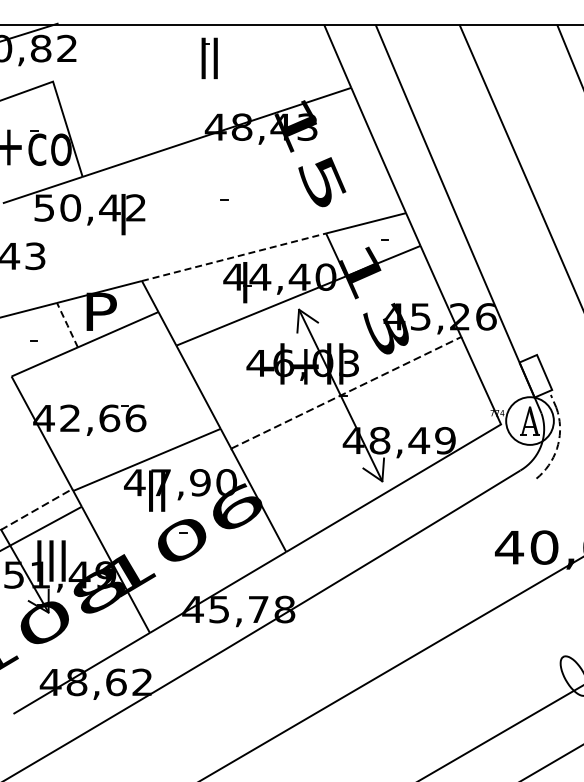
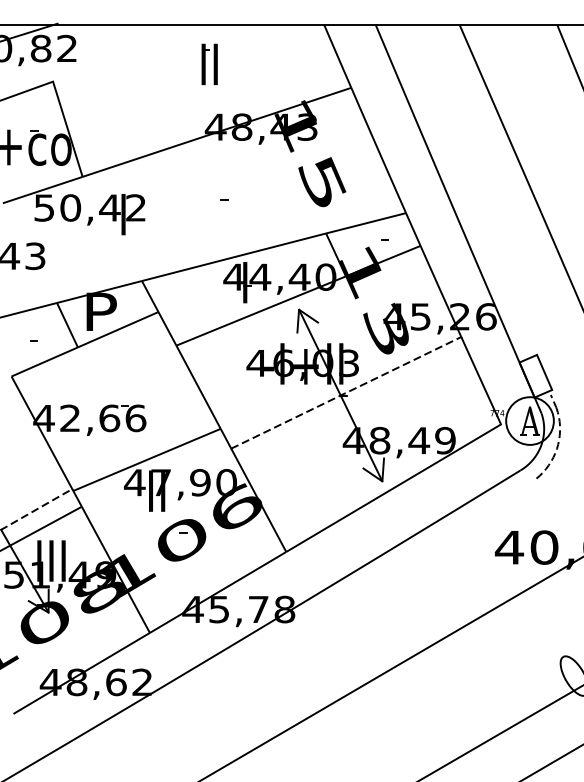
part at (209, 58) position: (209, 58) -> (209, 64)
line at (234, 257): dashed -> solid
line at (67, 325): dashed -> solid
